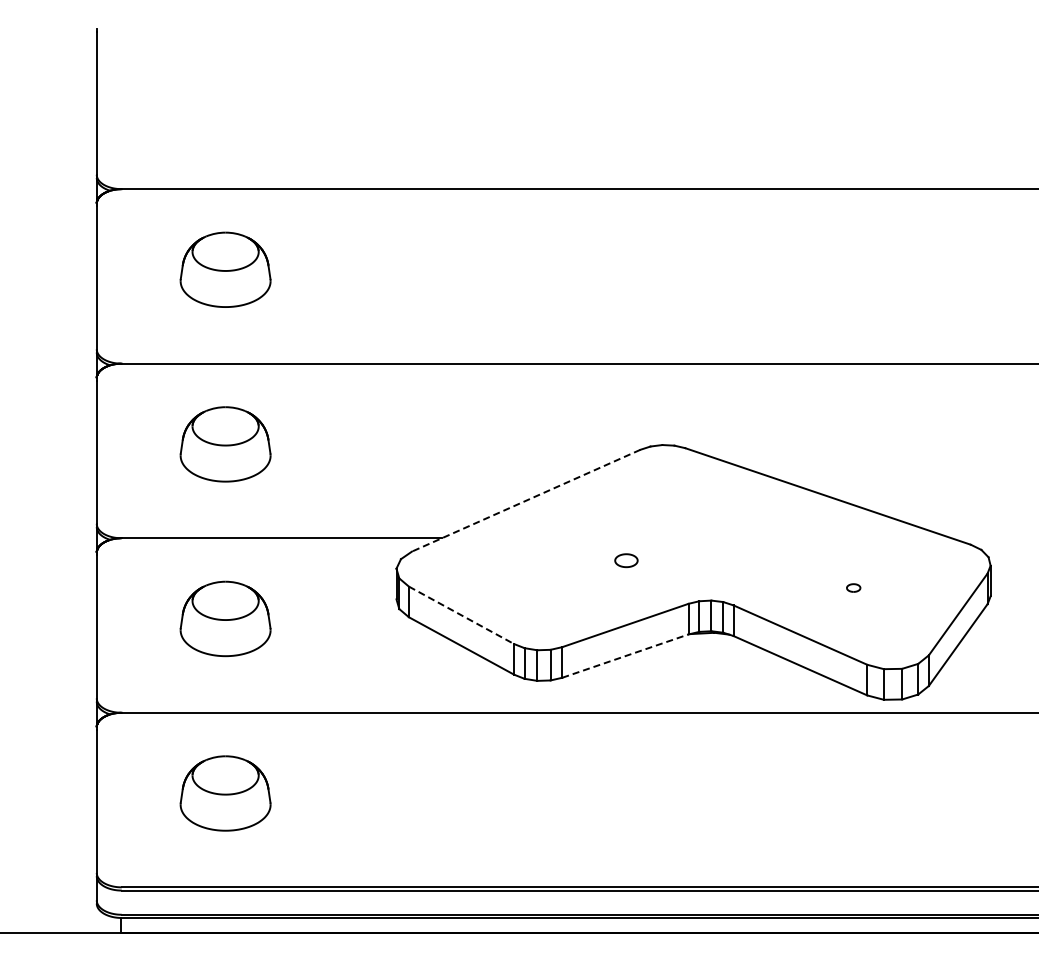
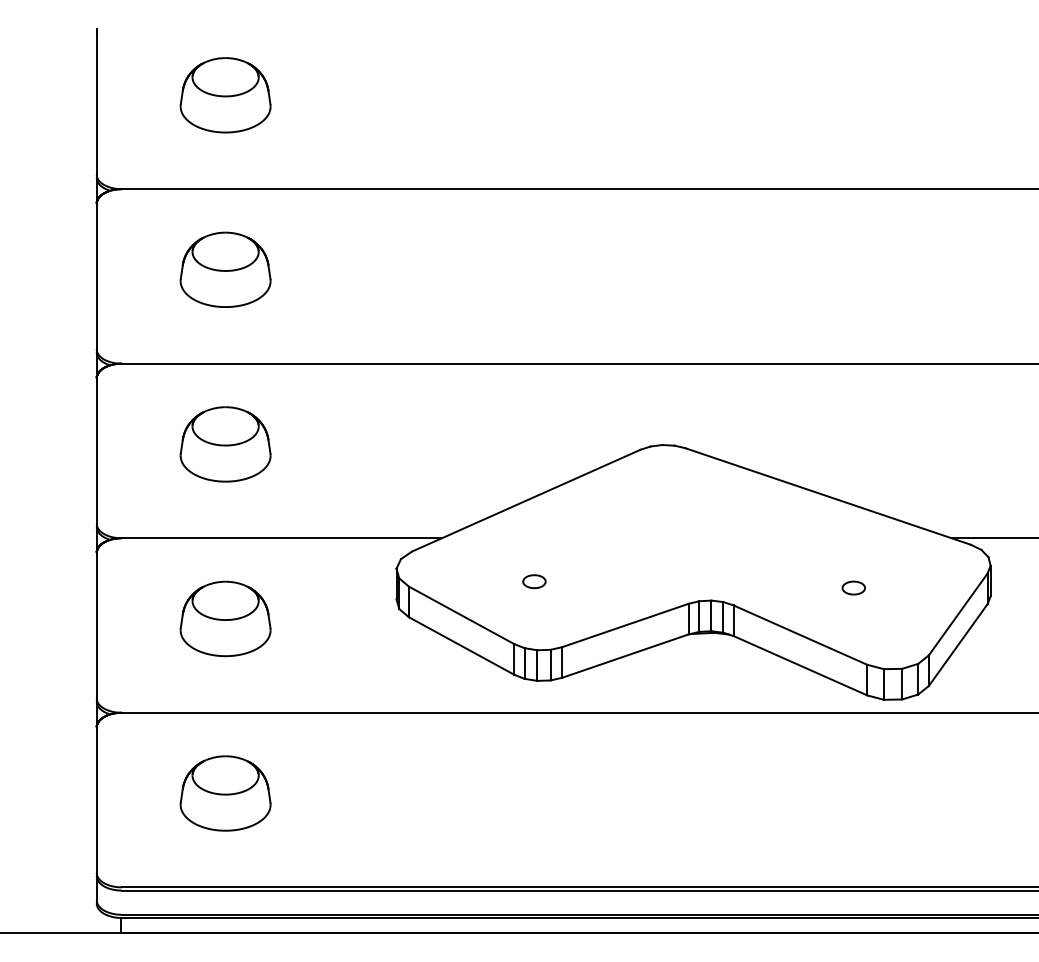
part at (225, 95): none -> present
line at (525, 500): dashed -> solid
line at (993, 538): none -> present
part at (626, 560) position: (626, 560) -> (534, 581)
part at (853, 587) size: 16x10 px -> 25x16 px
line at (461, 615): dashed -> solid
line at (625, 656): dashed -> solid
